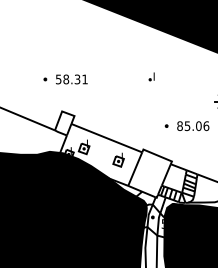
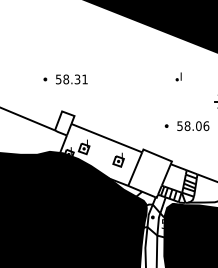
part at (151, 76) position: (151, 76) -> (178, 76)
text at (183, 126): 85.06 -> 58.06
